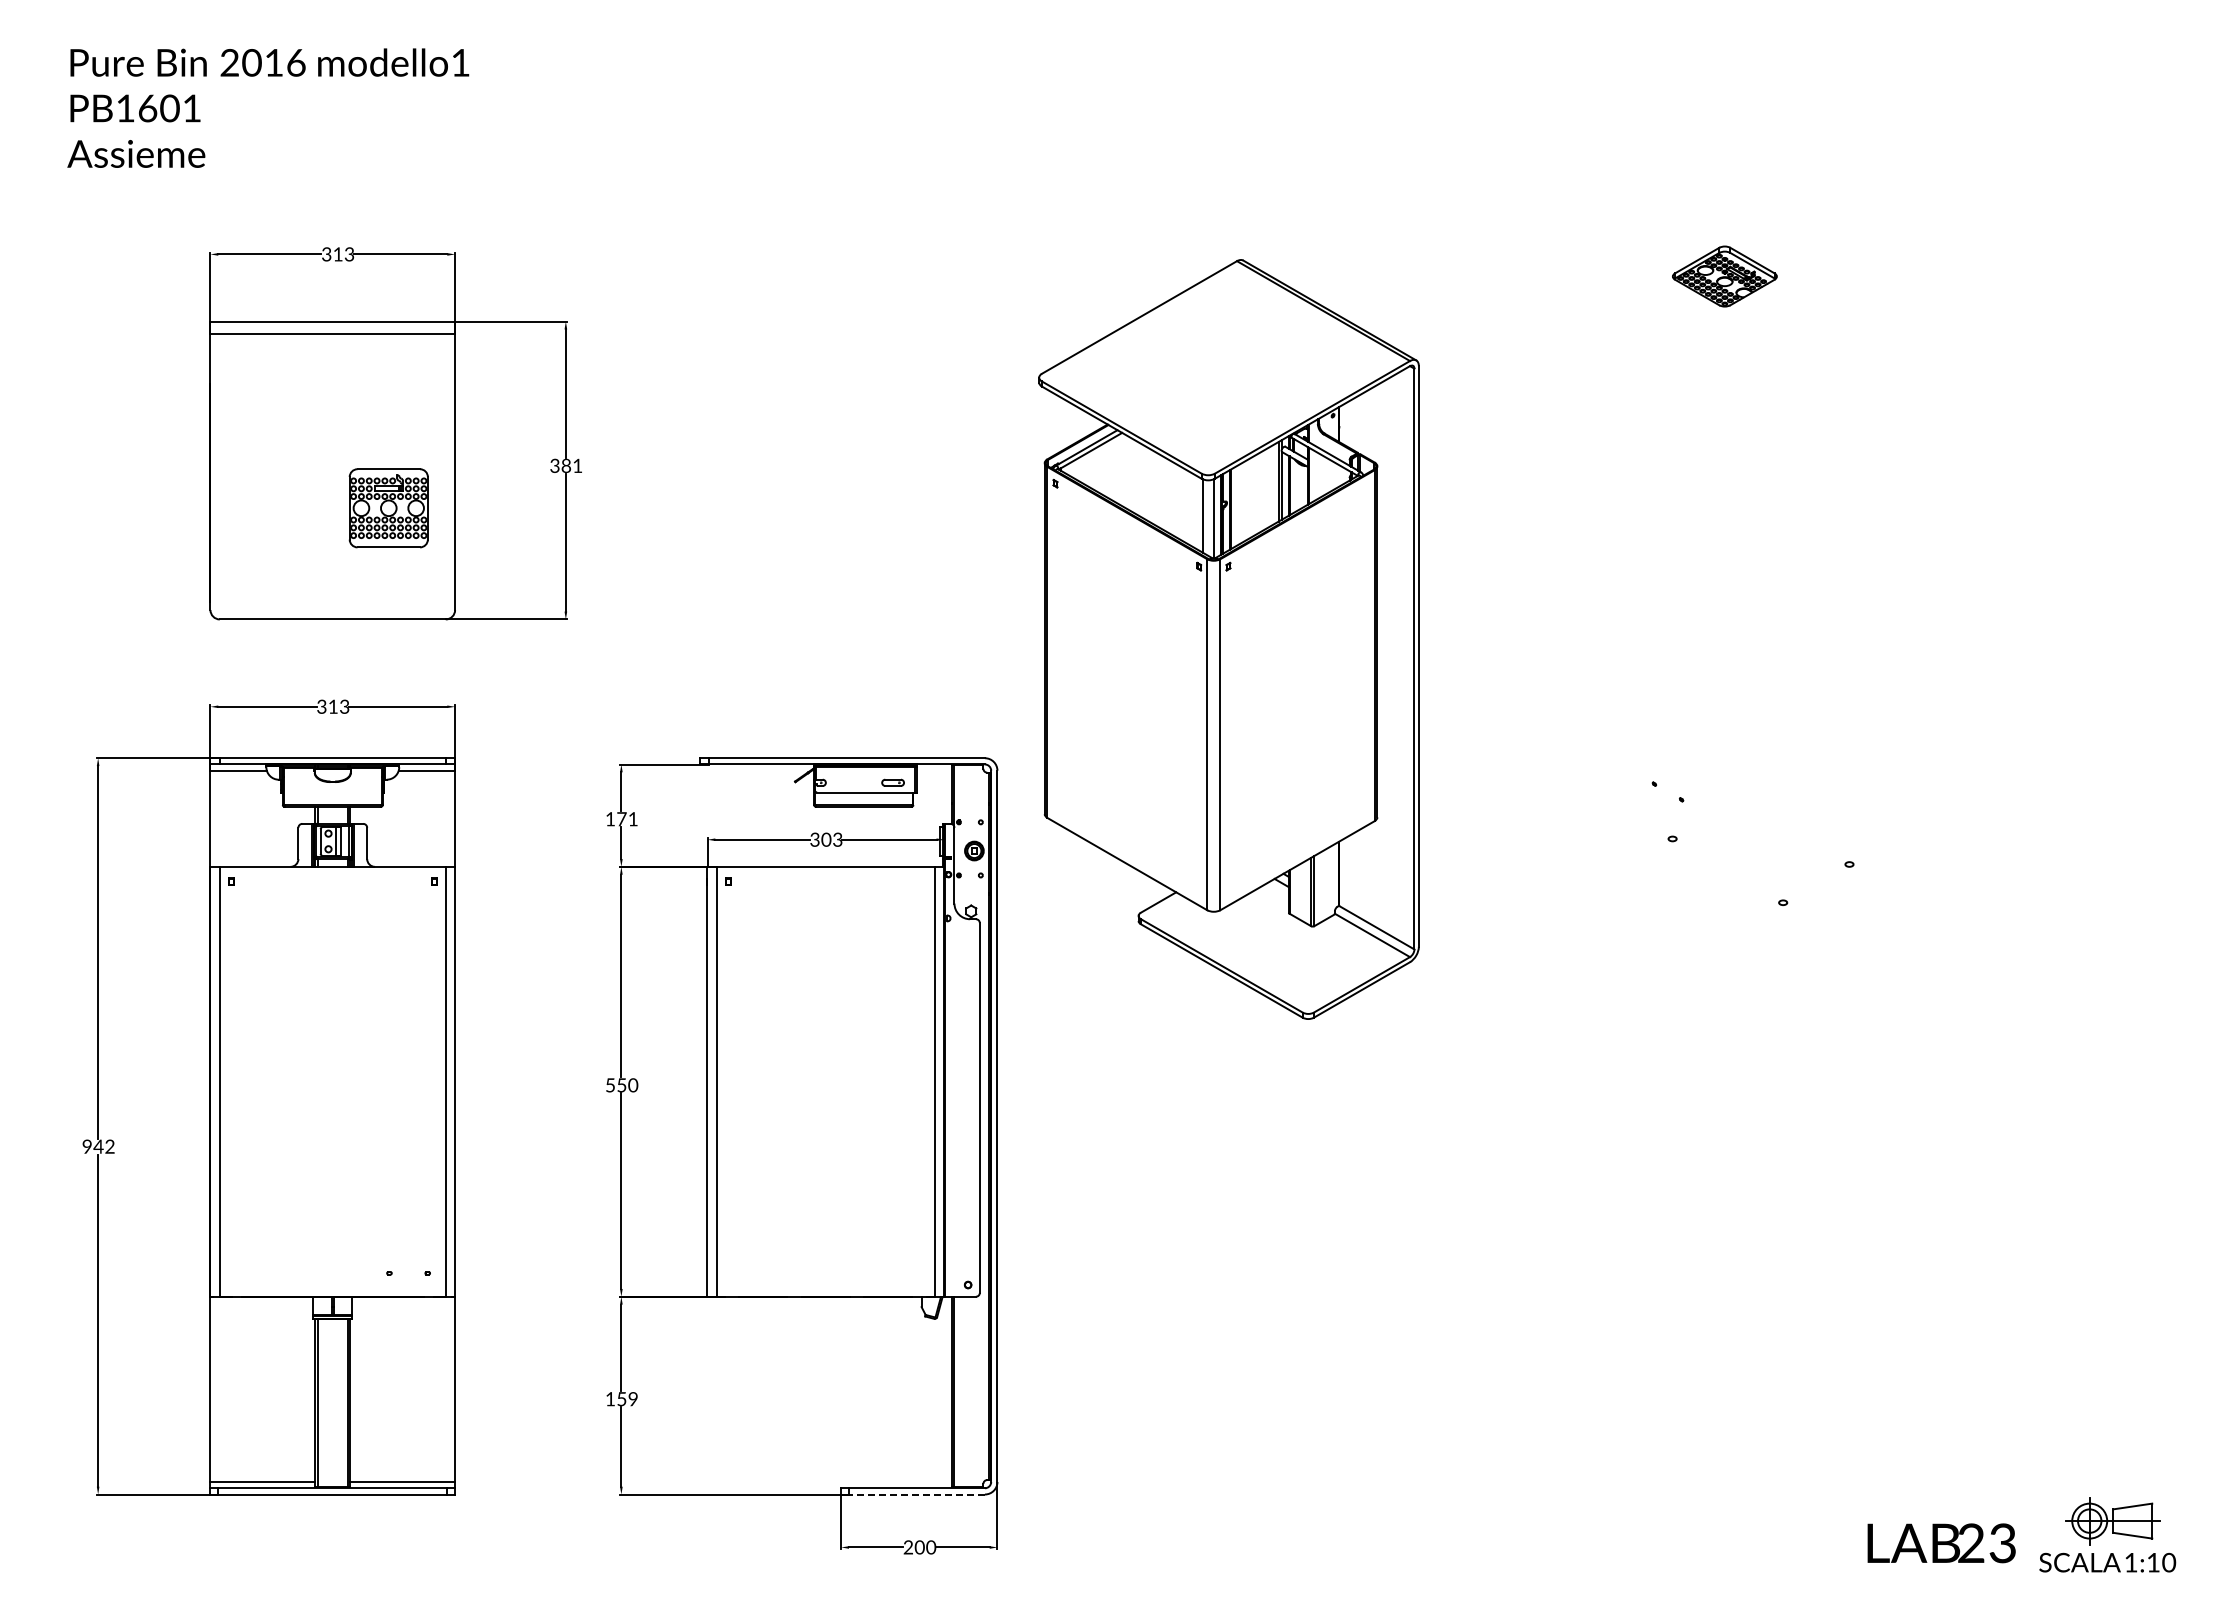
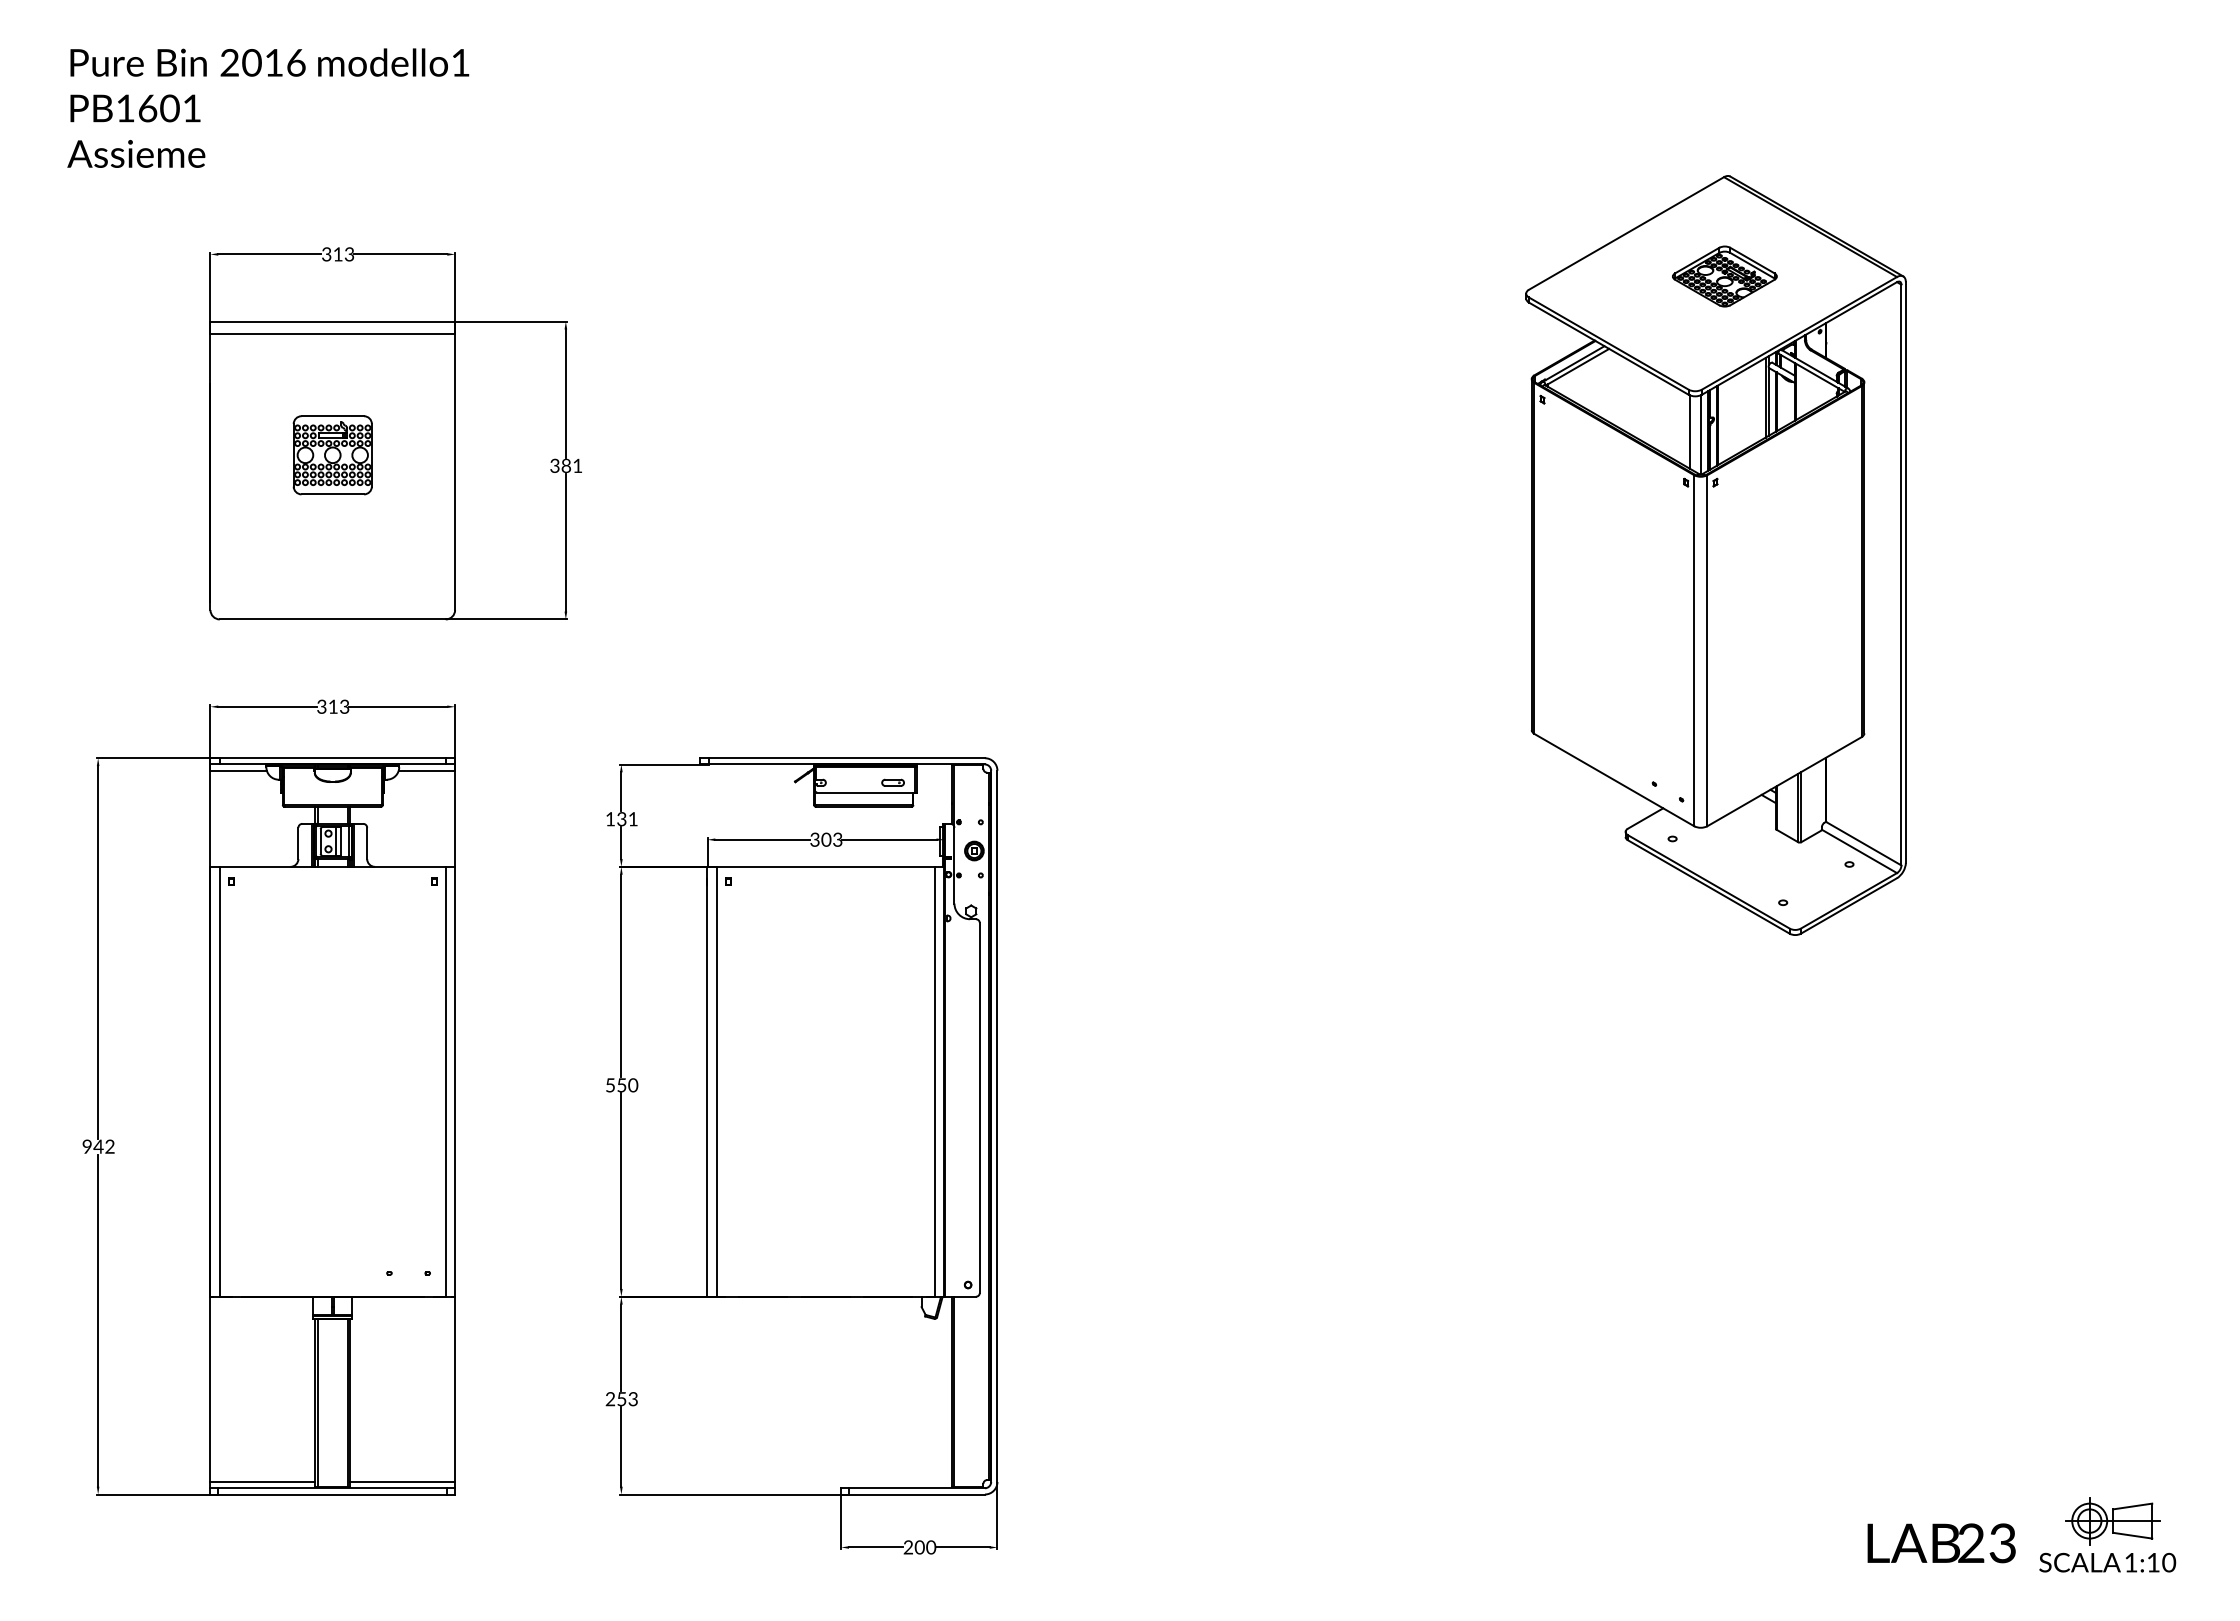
part at (388, 508) position: (388, 508) -> (332, 455)
part at (1228, 639) position: (1228, 639) -> (1715, 555)
text at (621, 819): 171 -> 131
text at (621, 1399): 159 -> 253
line at (916, 1494): dashed -> solid
